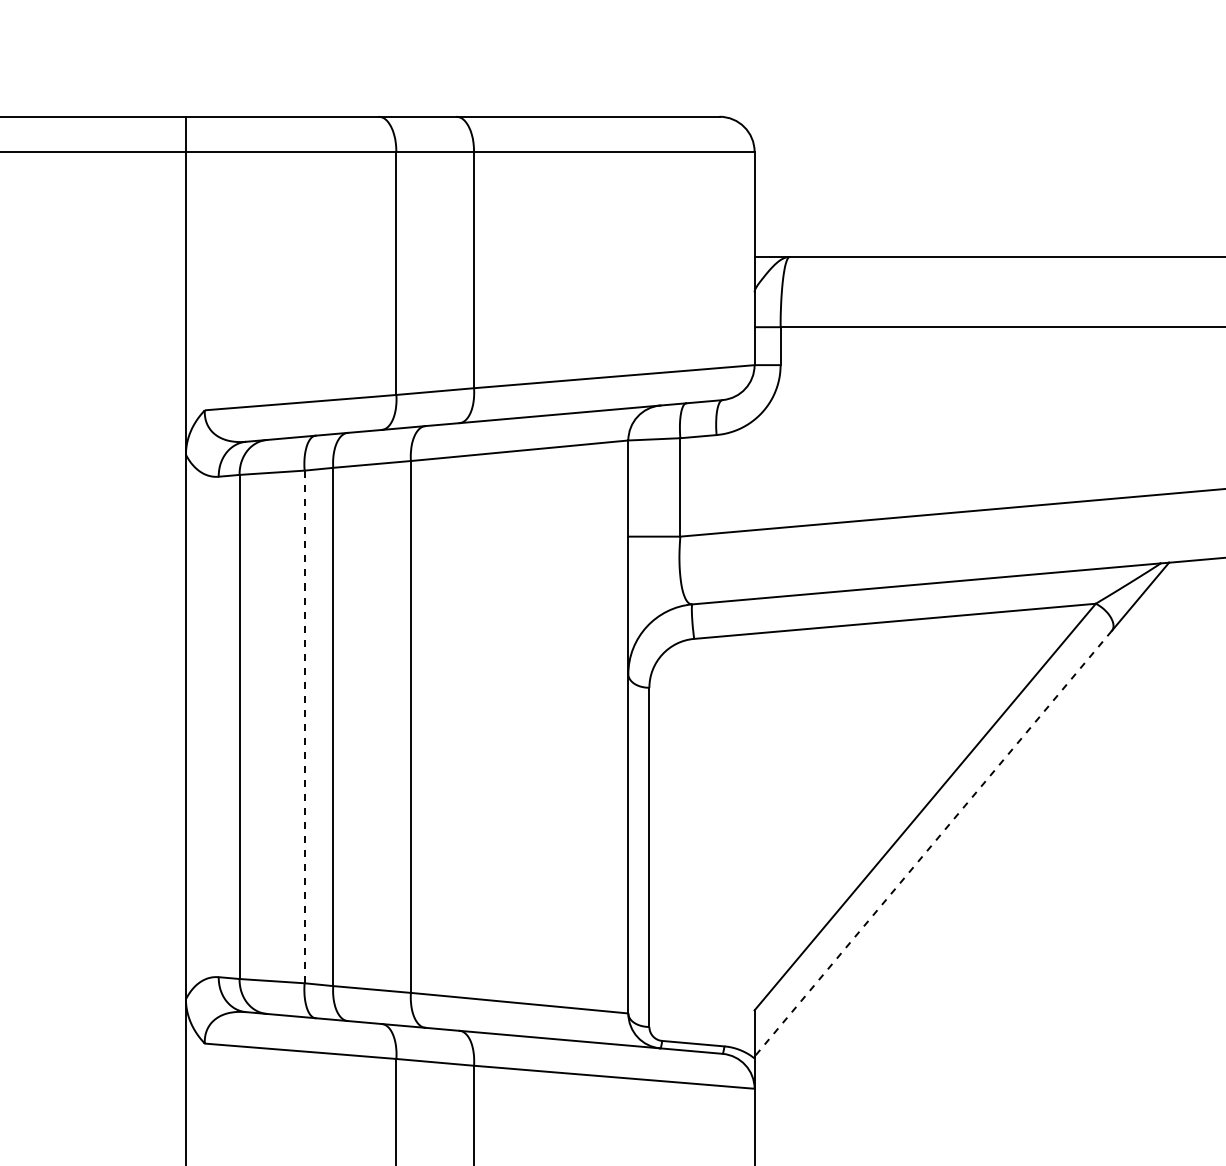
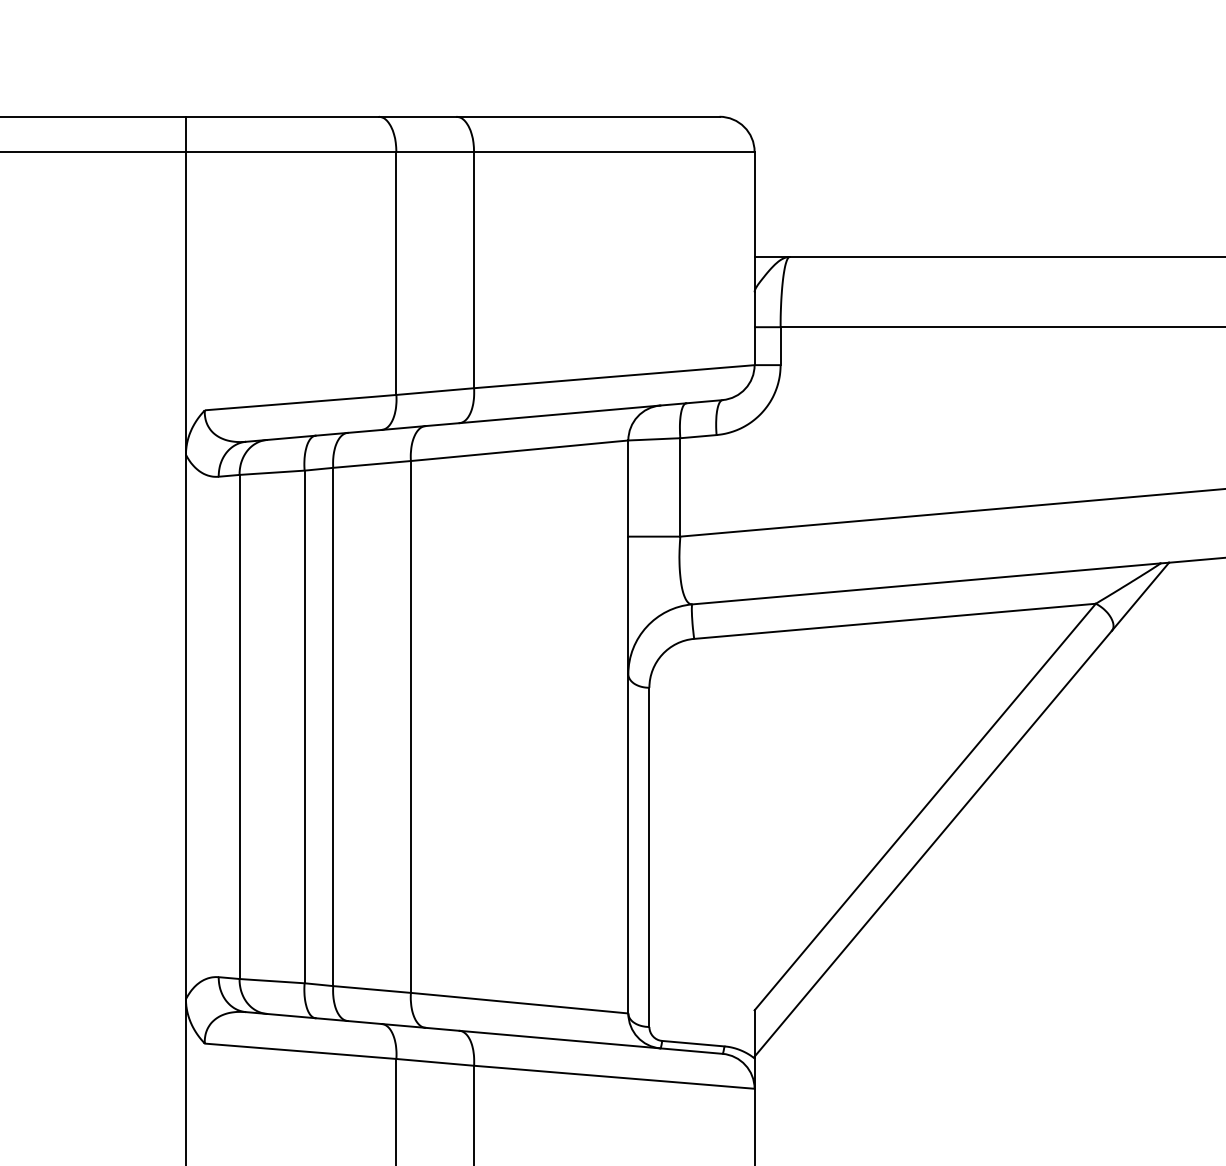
line at (304, 726): dashed -> solid
line at (933, 843): dashed -> solid
